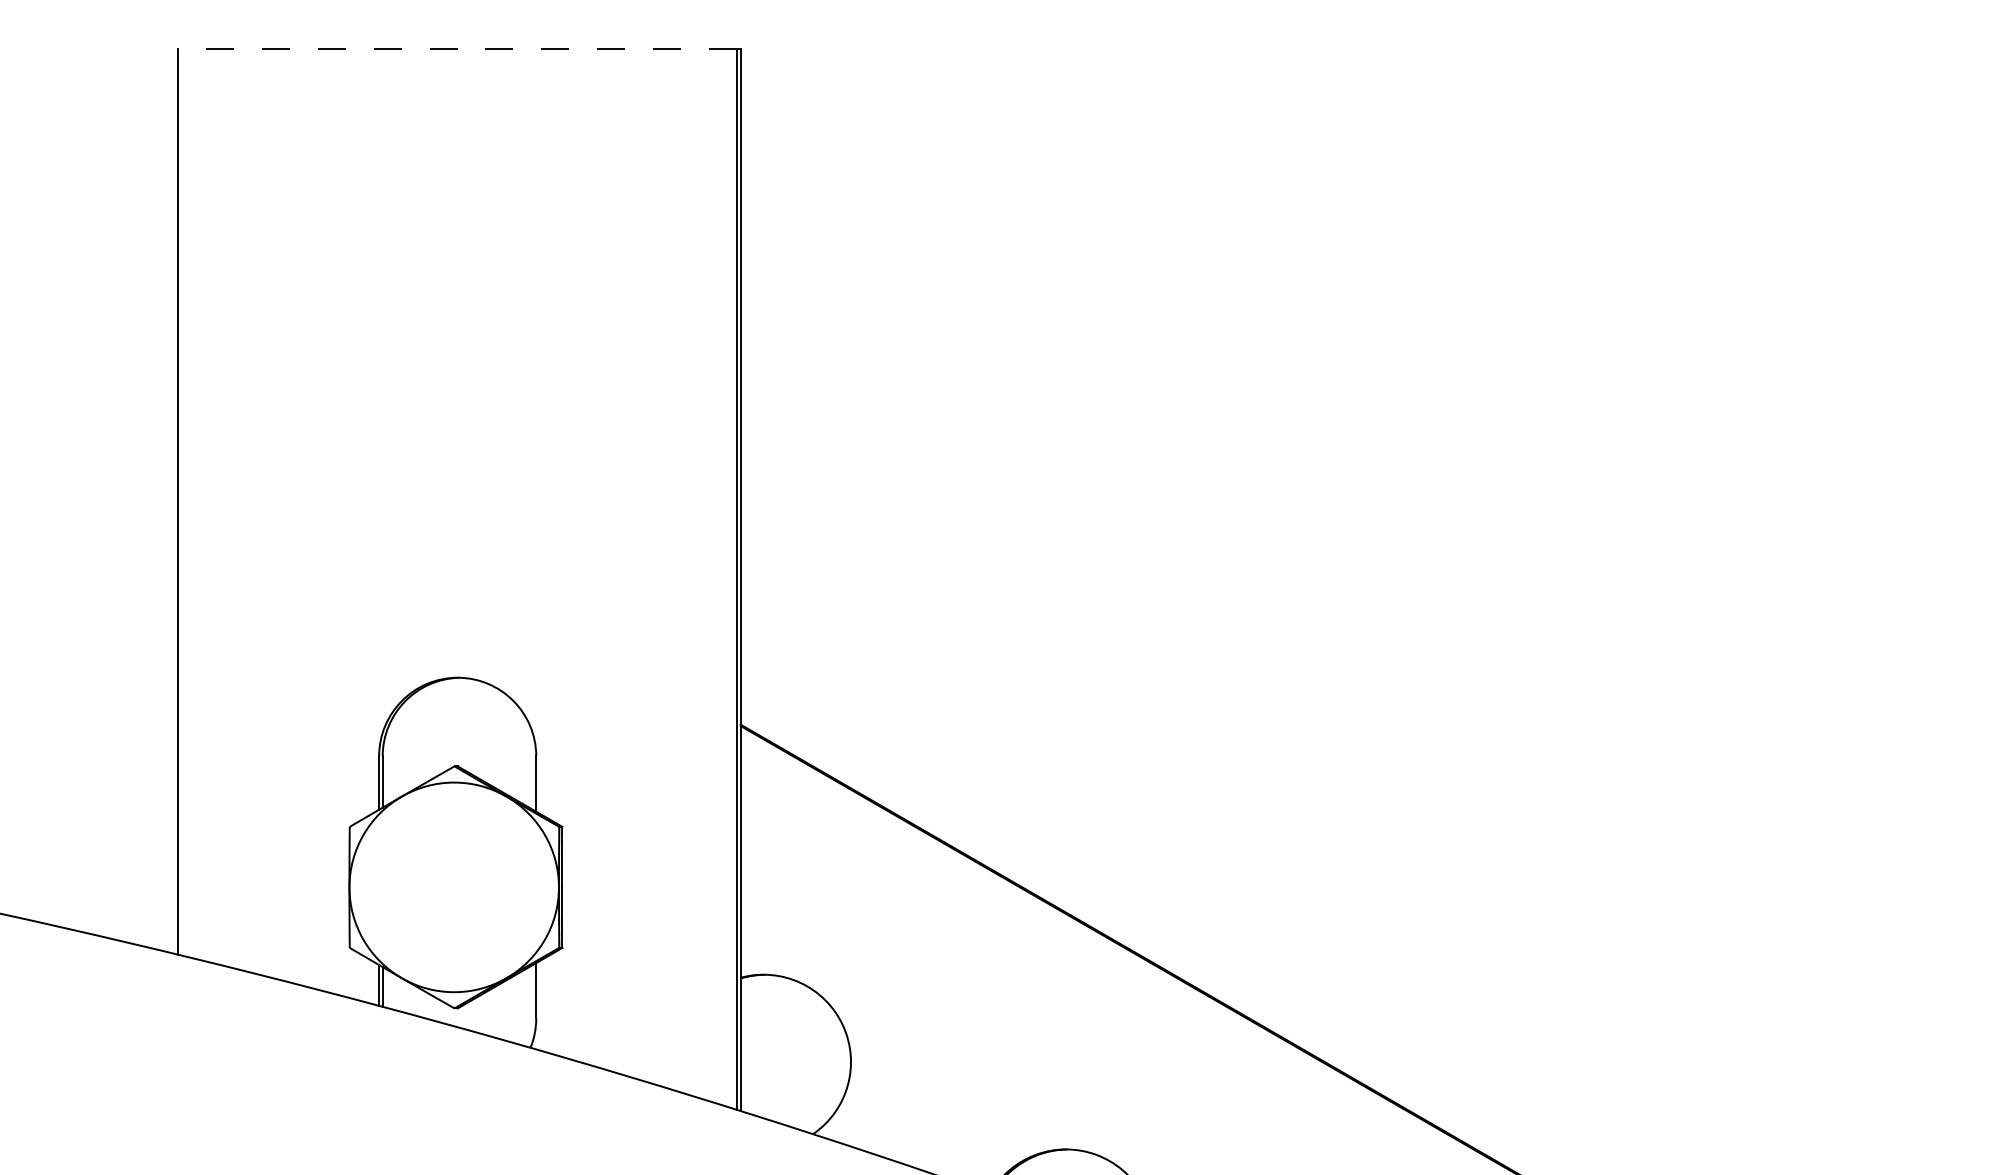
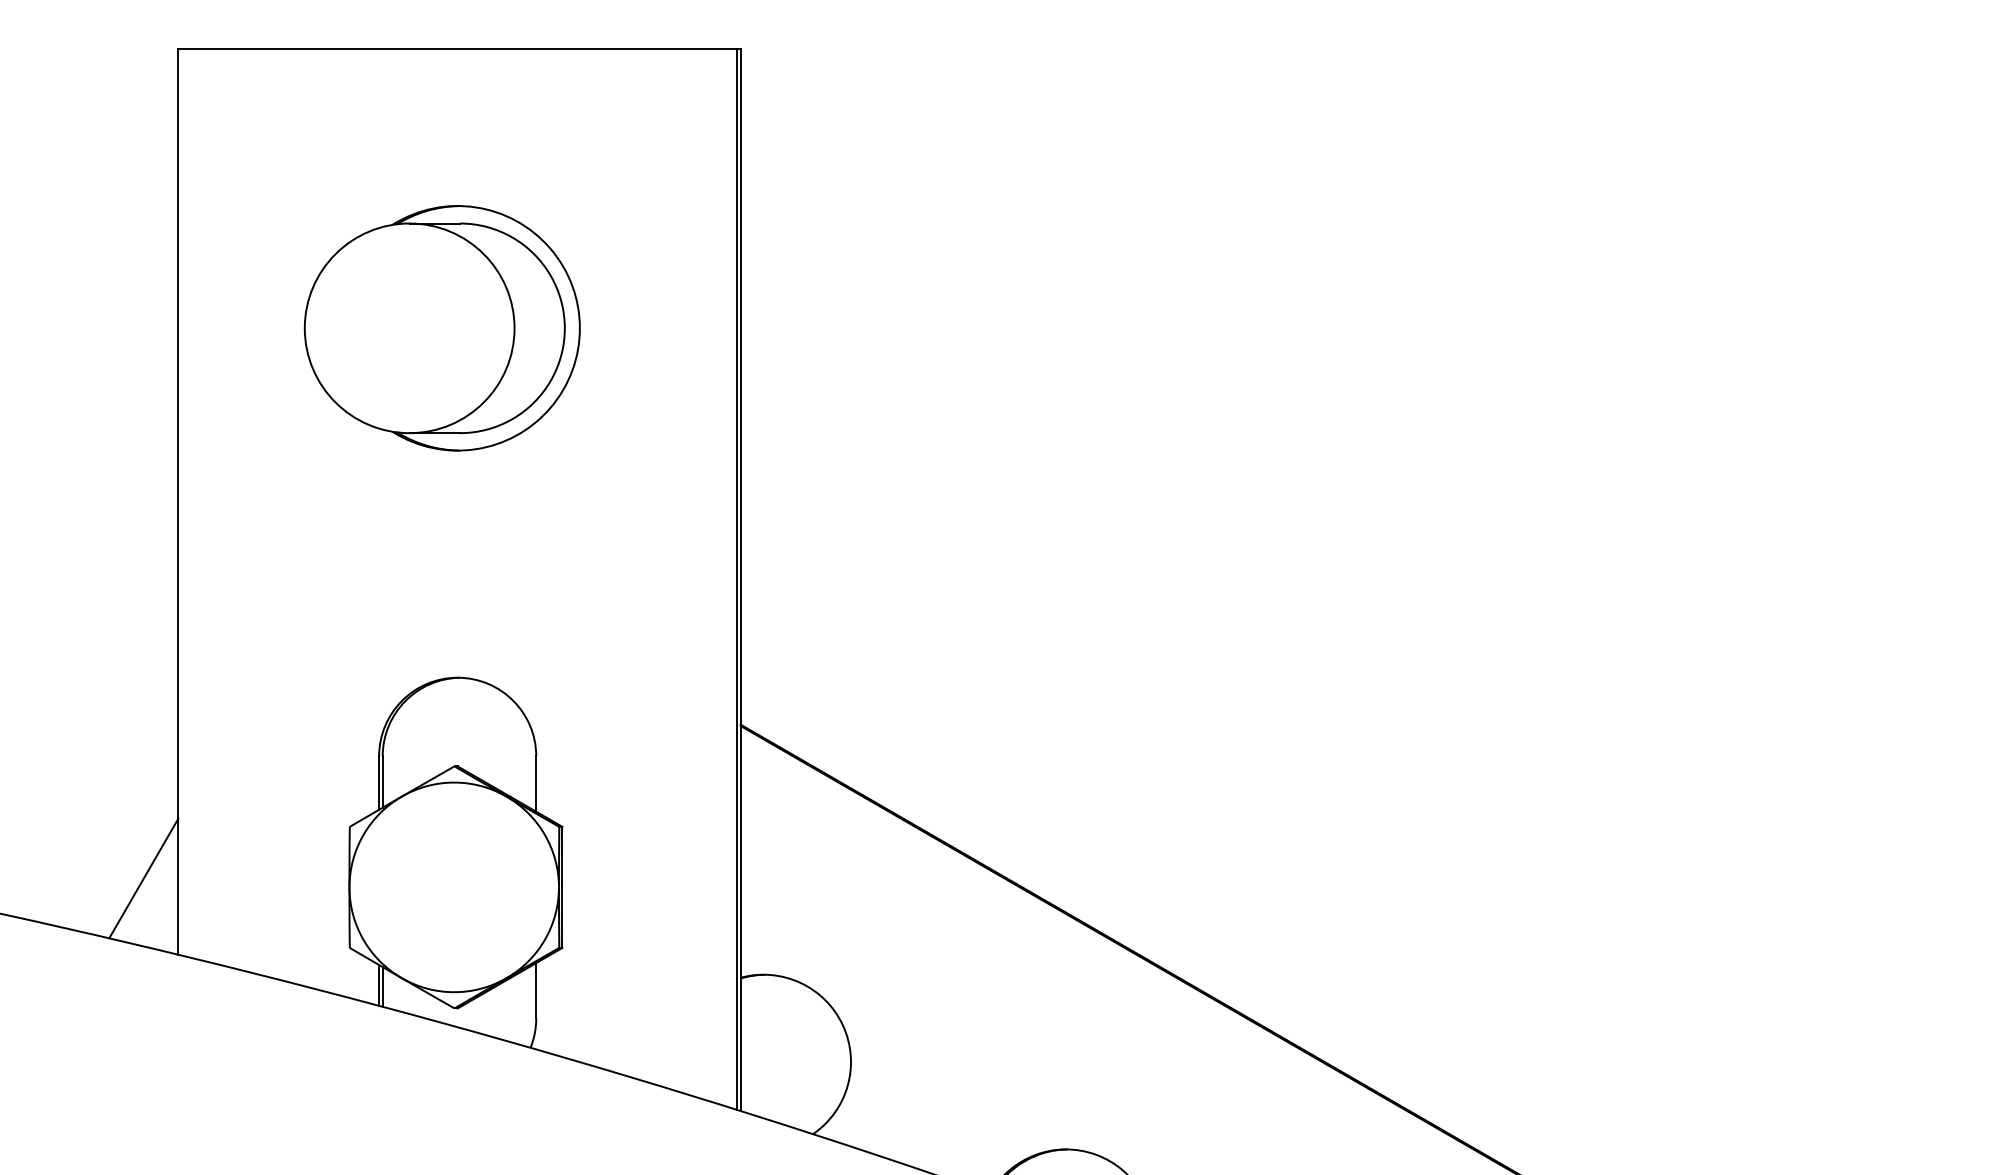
line at (457, 48): dashed -> solid
part at (441, 328): none -> present
line at (143, 878): none -> present
